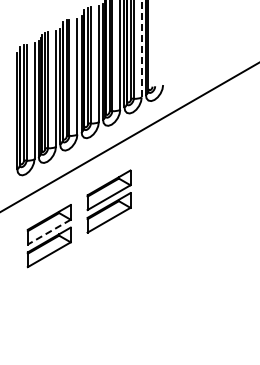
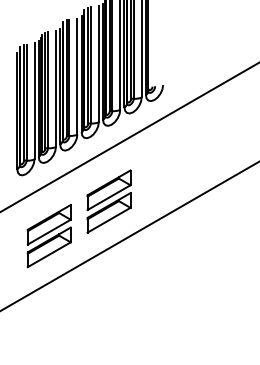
line at (141, 48): dashed -> solid
line at (49, 232): dashed -> solid
line at (129, 236): none -> present
